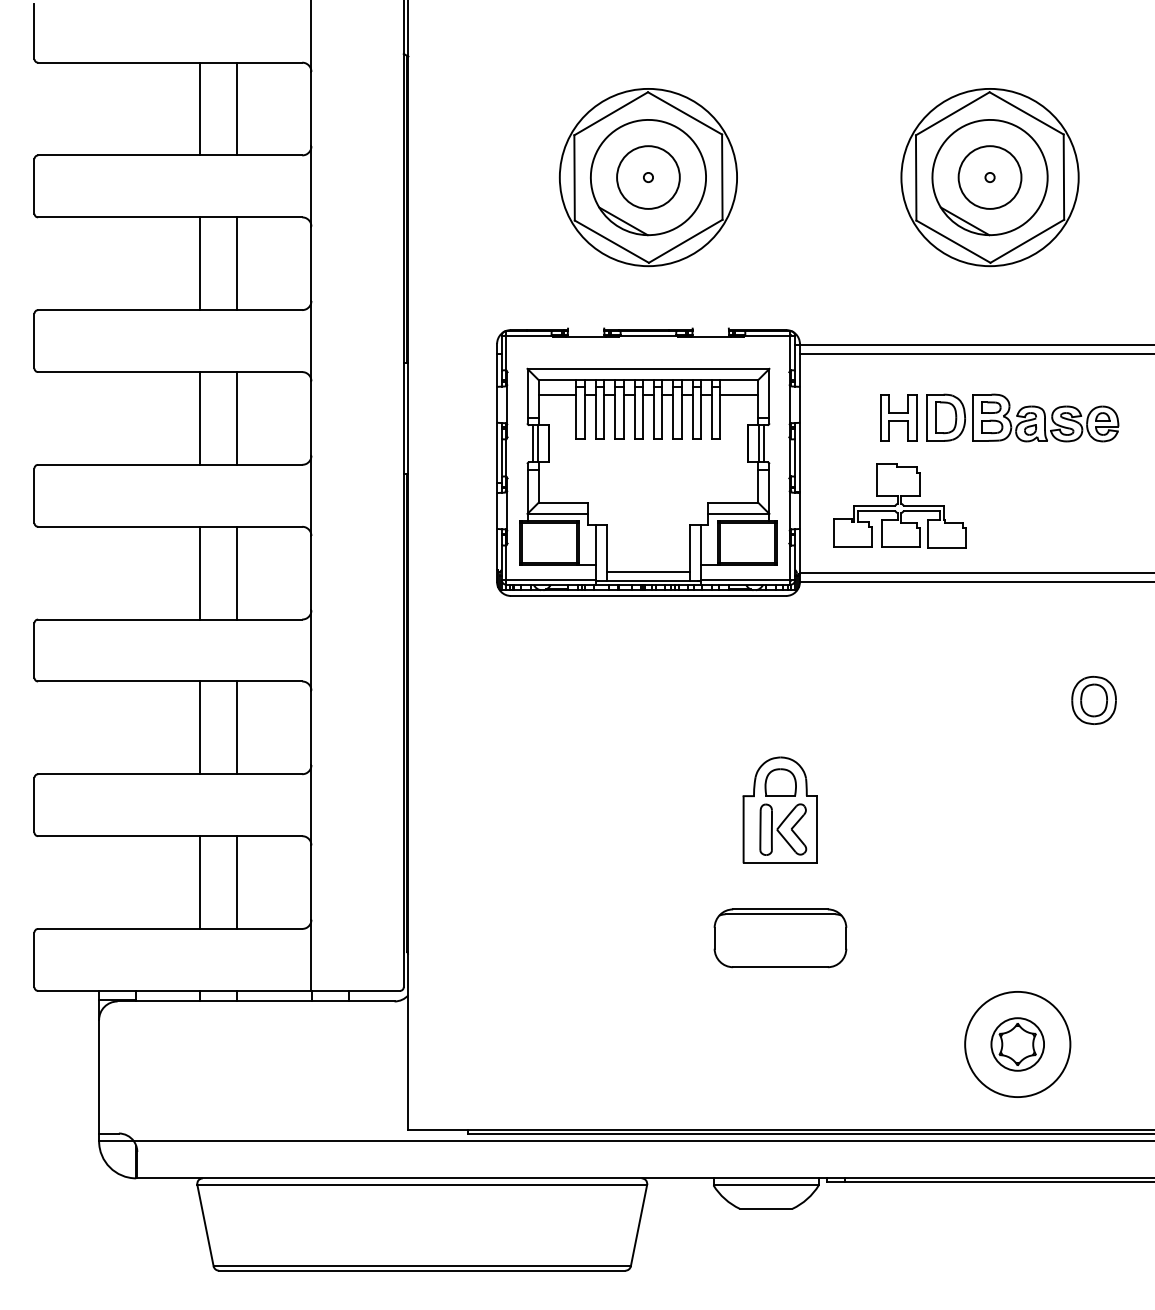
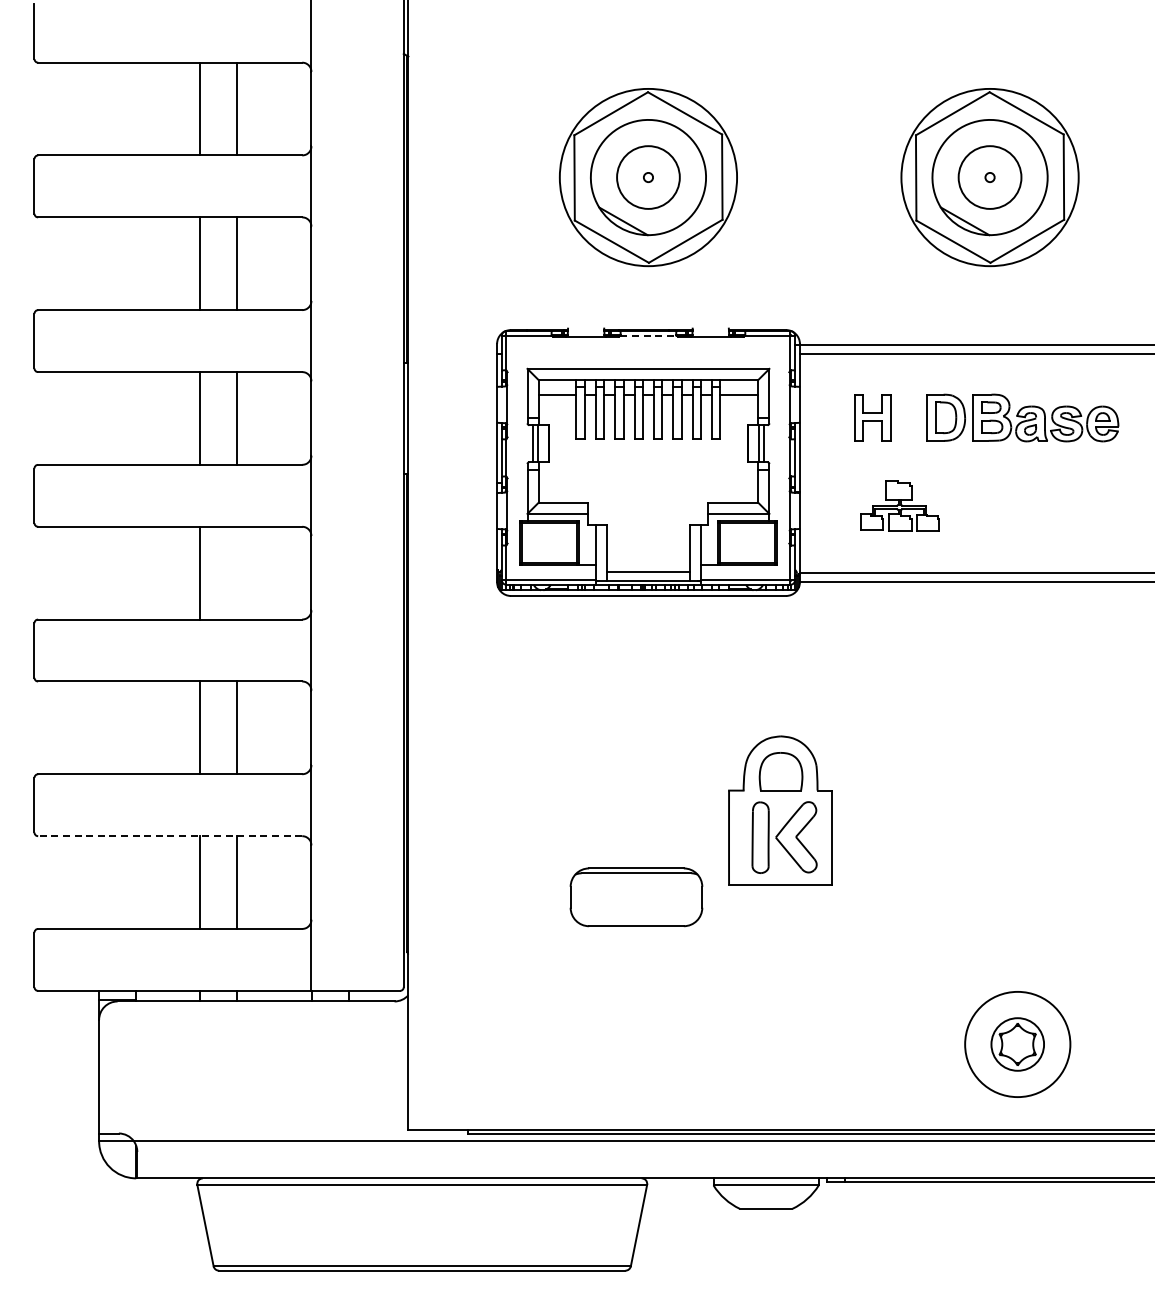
line at (648, 335): solid -> dashed
part at (898, 417) position: (898, 417) -> (872, 417)
part at (899, 505) size: 134x86 px -> 80x52 px
line at (237, 572): present -> none
part at (1093, 699): present -> none
part at (779, 809) size: 76x108 px -> 105x151 px
line at (169, 836): solid -> dashed
part at (780, 938) position: (780, 938) -> (636, 897)
